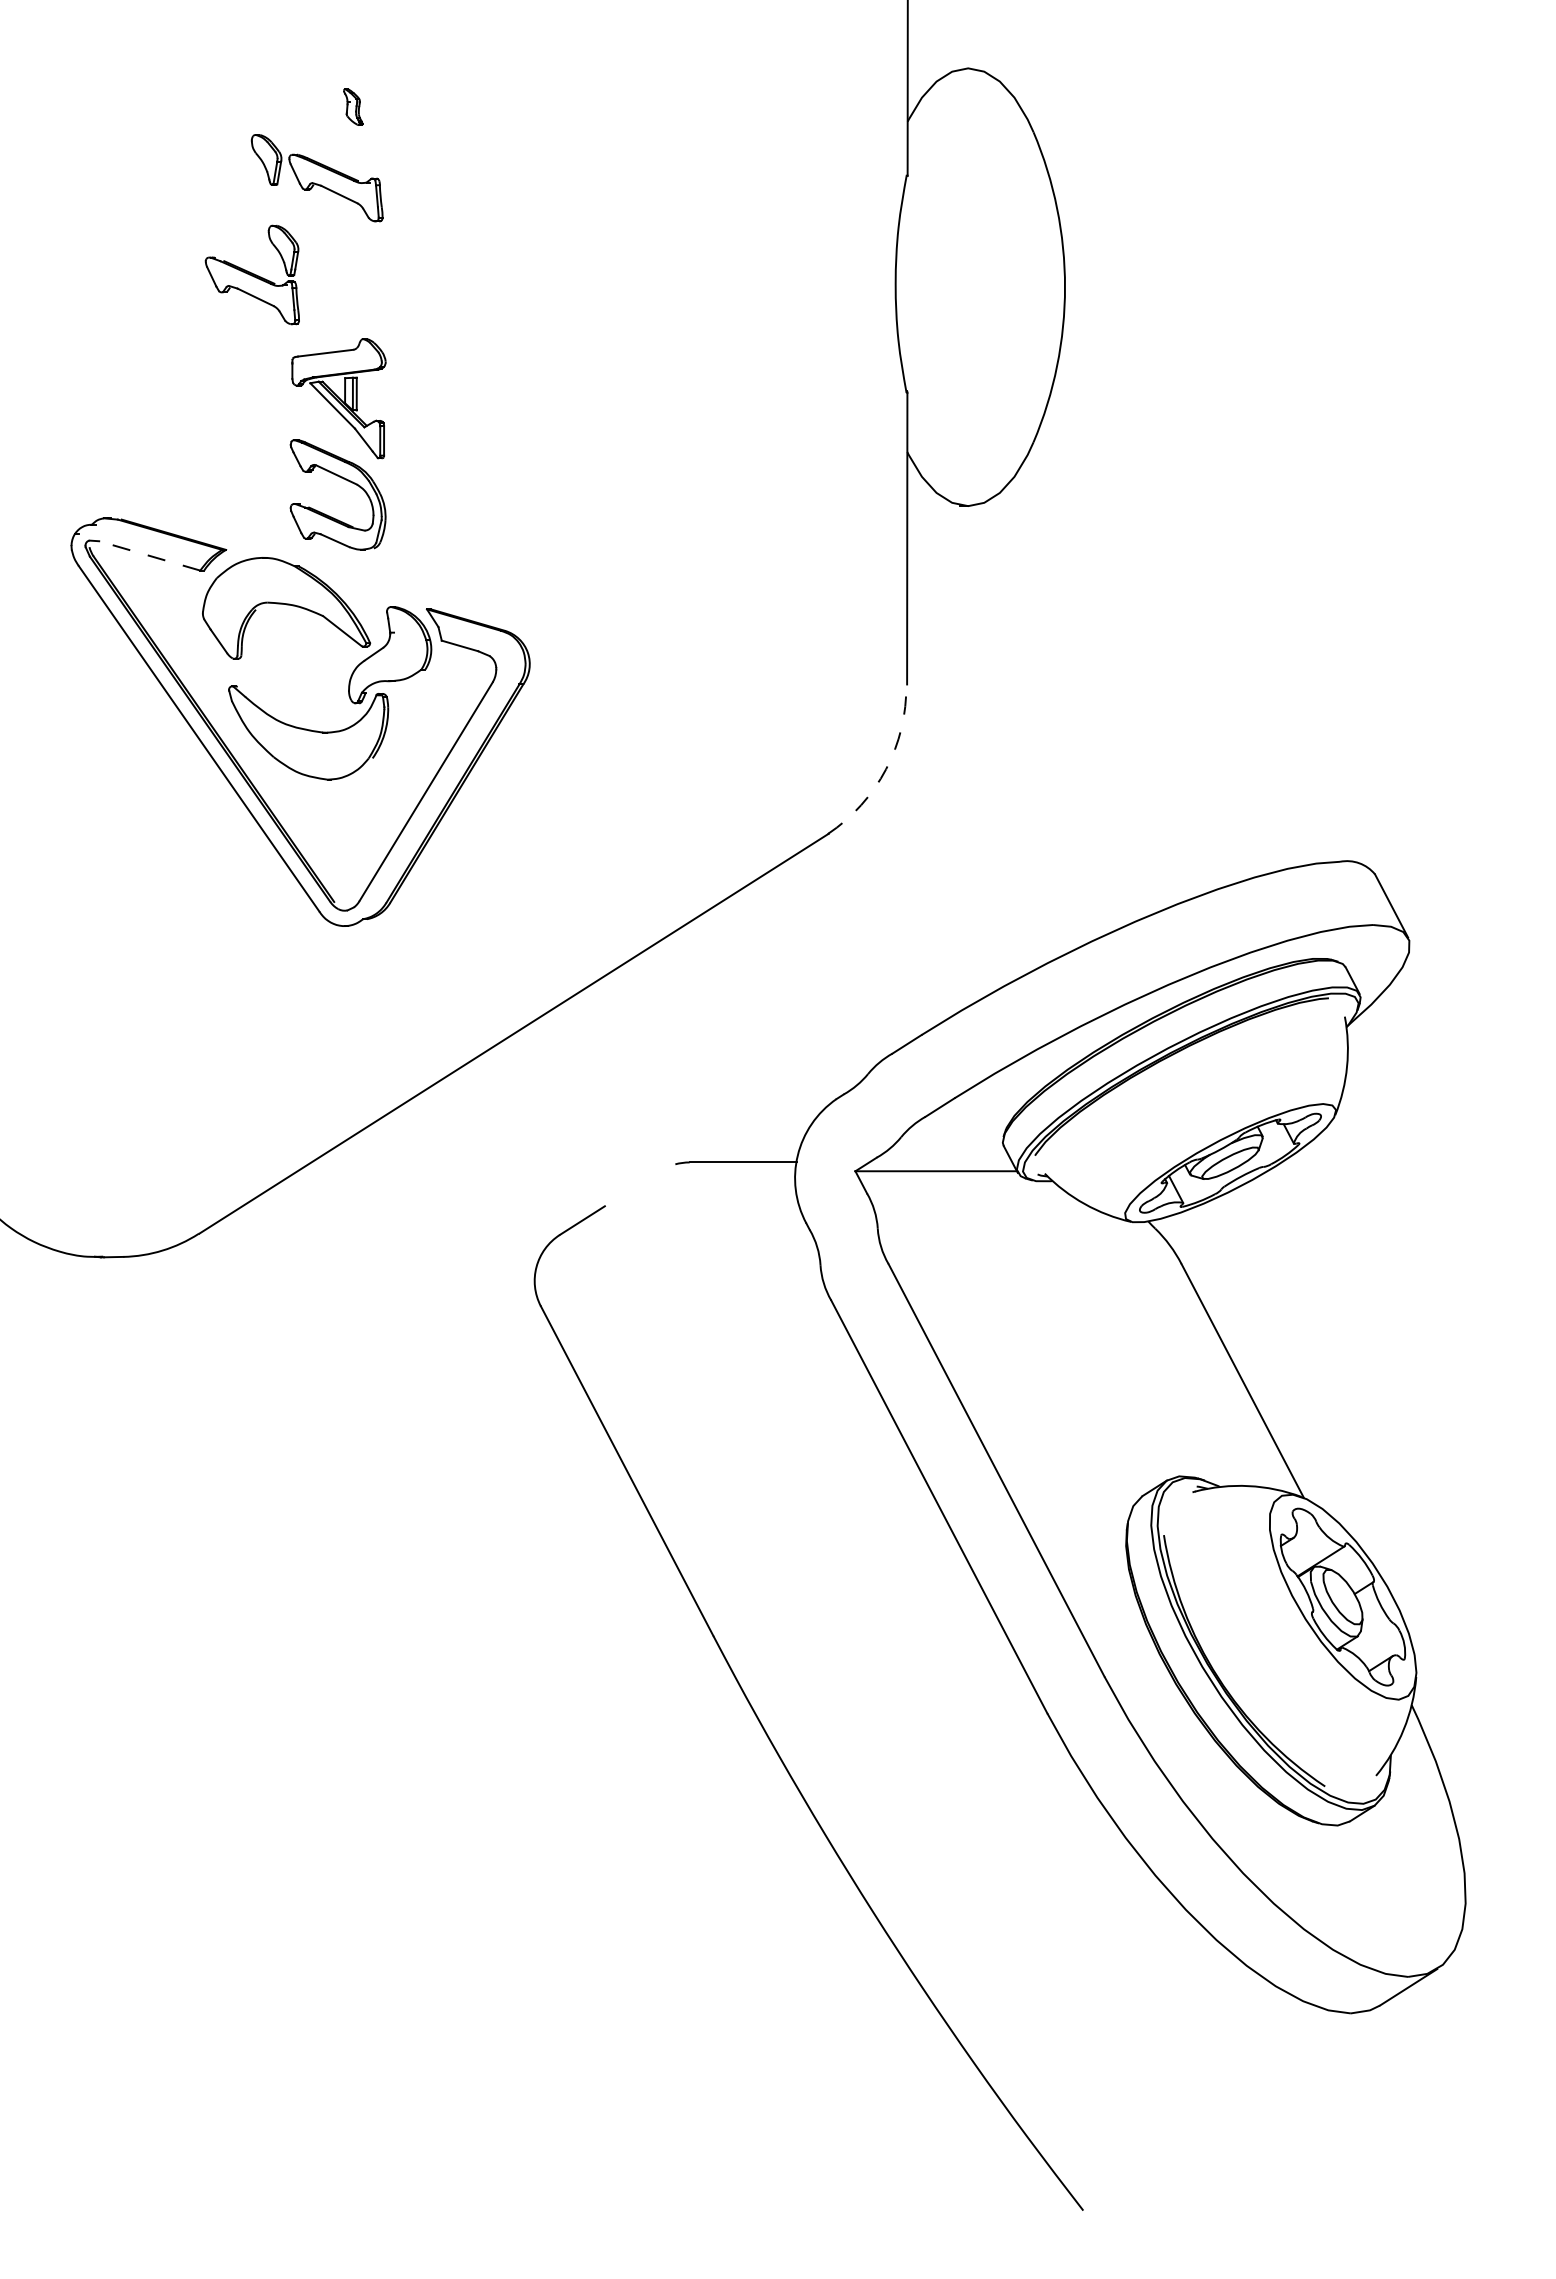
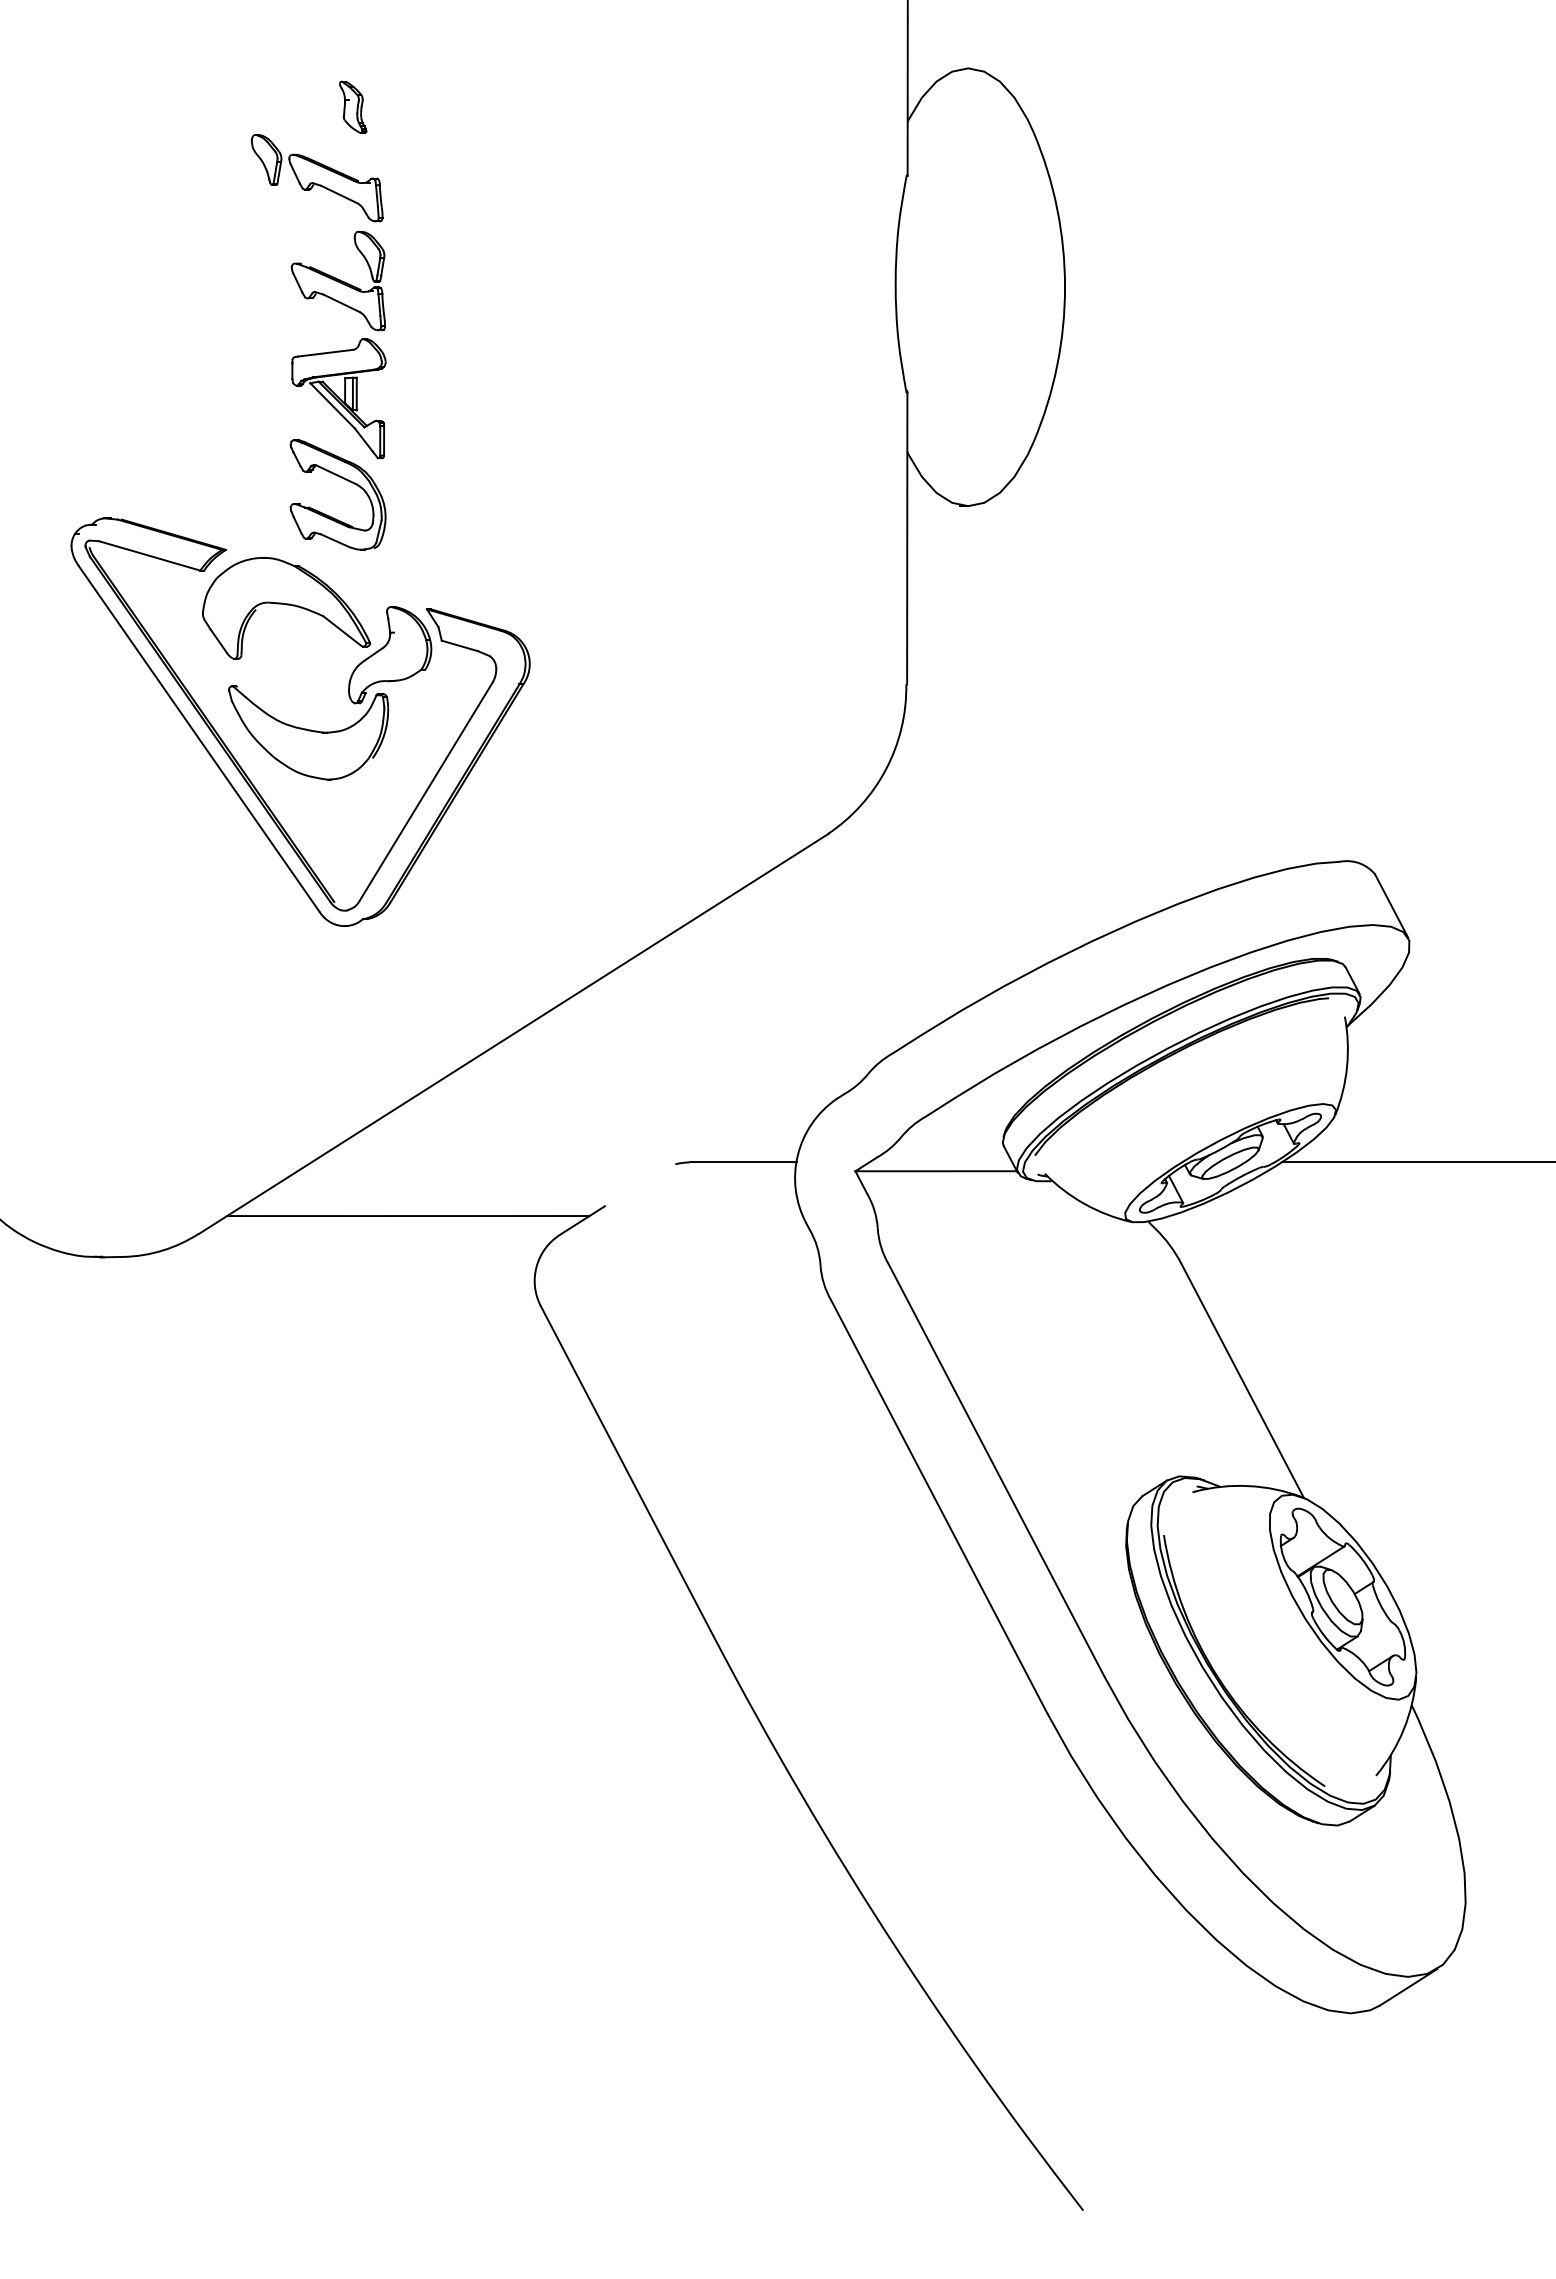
part at (353, 106) size: 21x38 px -> 29x54 px
part at (251, 274) position: (251, 274) -> (337, 280)
line at (149, 555): dashed -> solid
arc at (886, 769): dashed -> solid
line at (1416, 1162): none -> present
line at (408, 1216): none -> present
